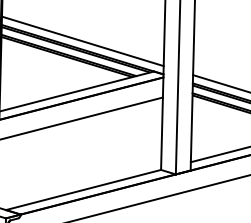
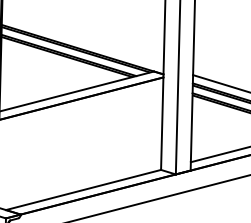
line at (82, 41): present -> none
line at (82, 117): present -> none
